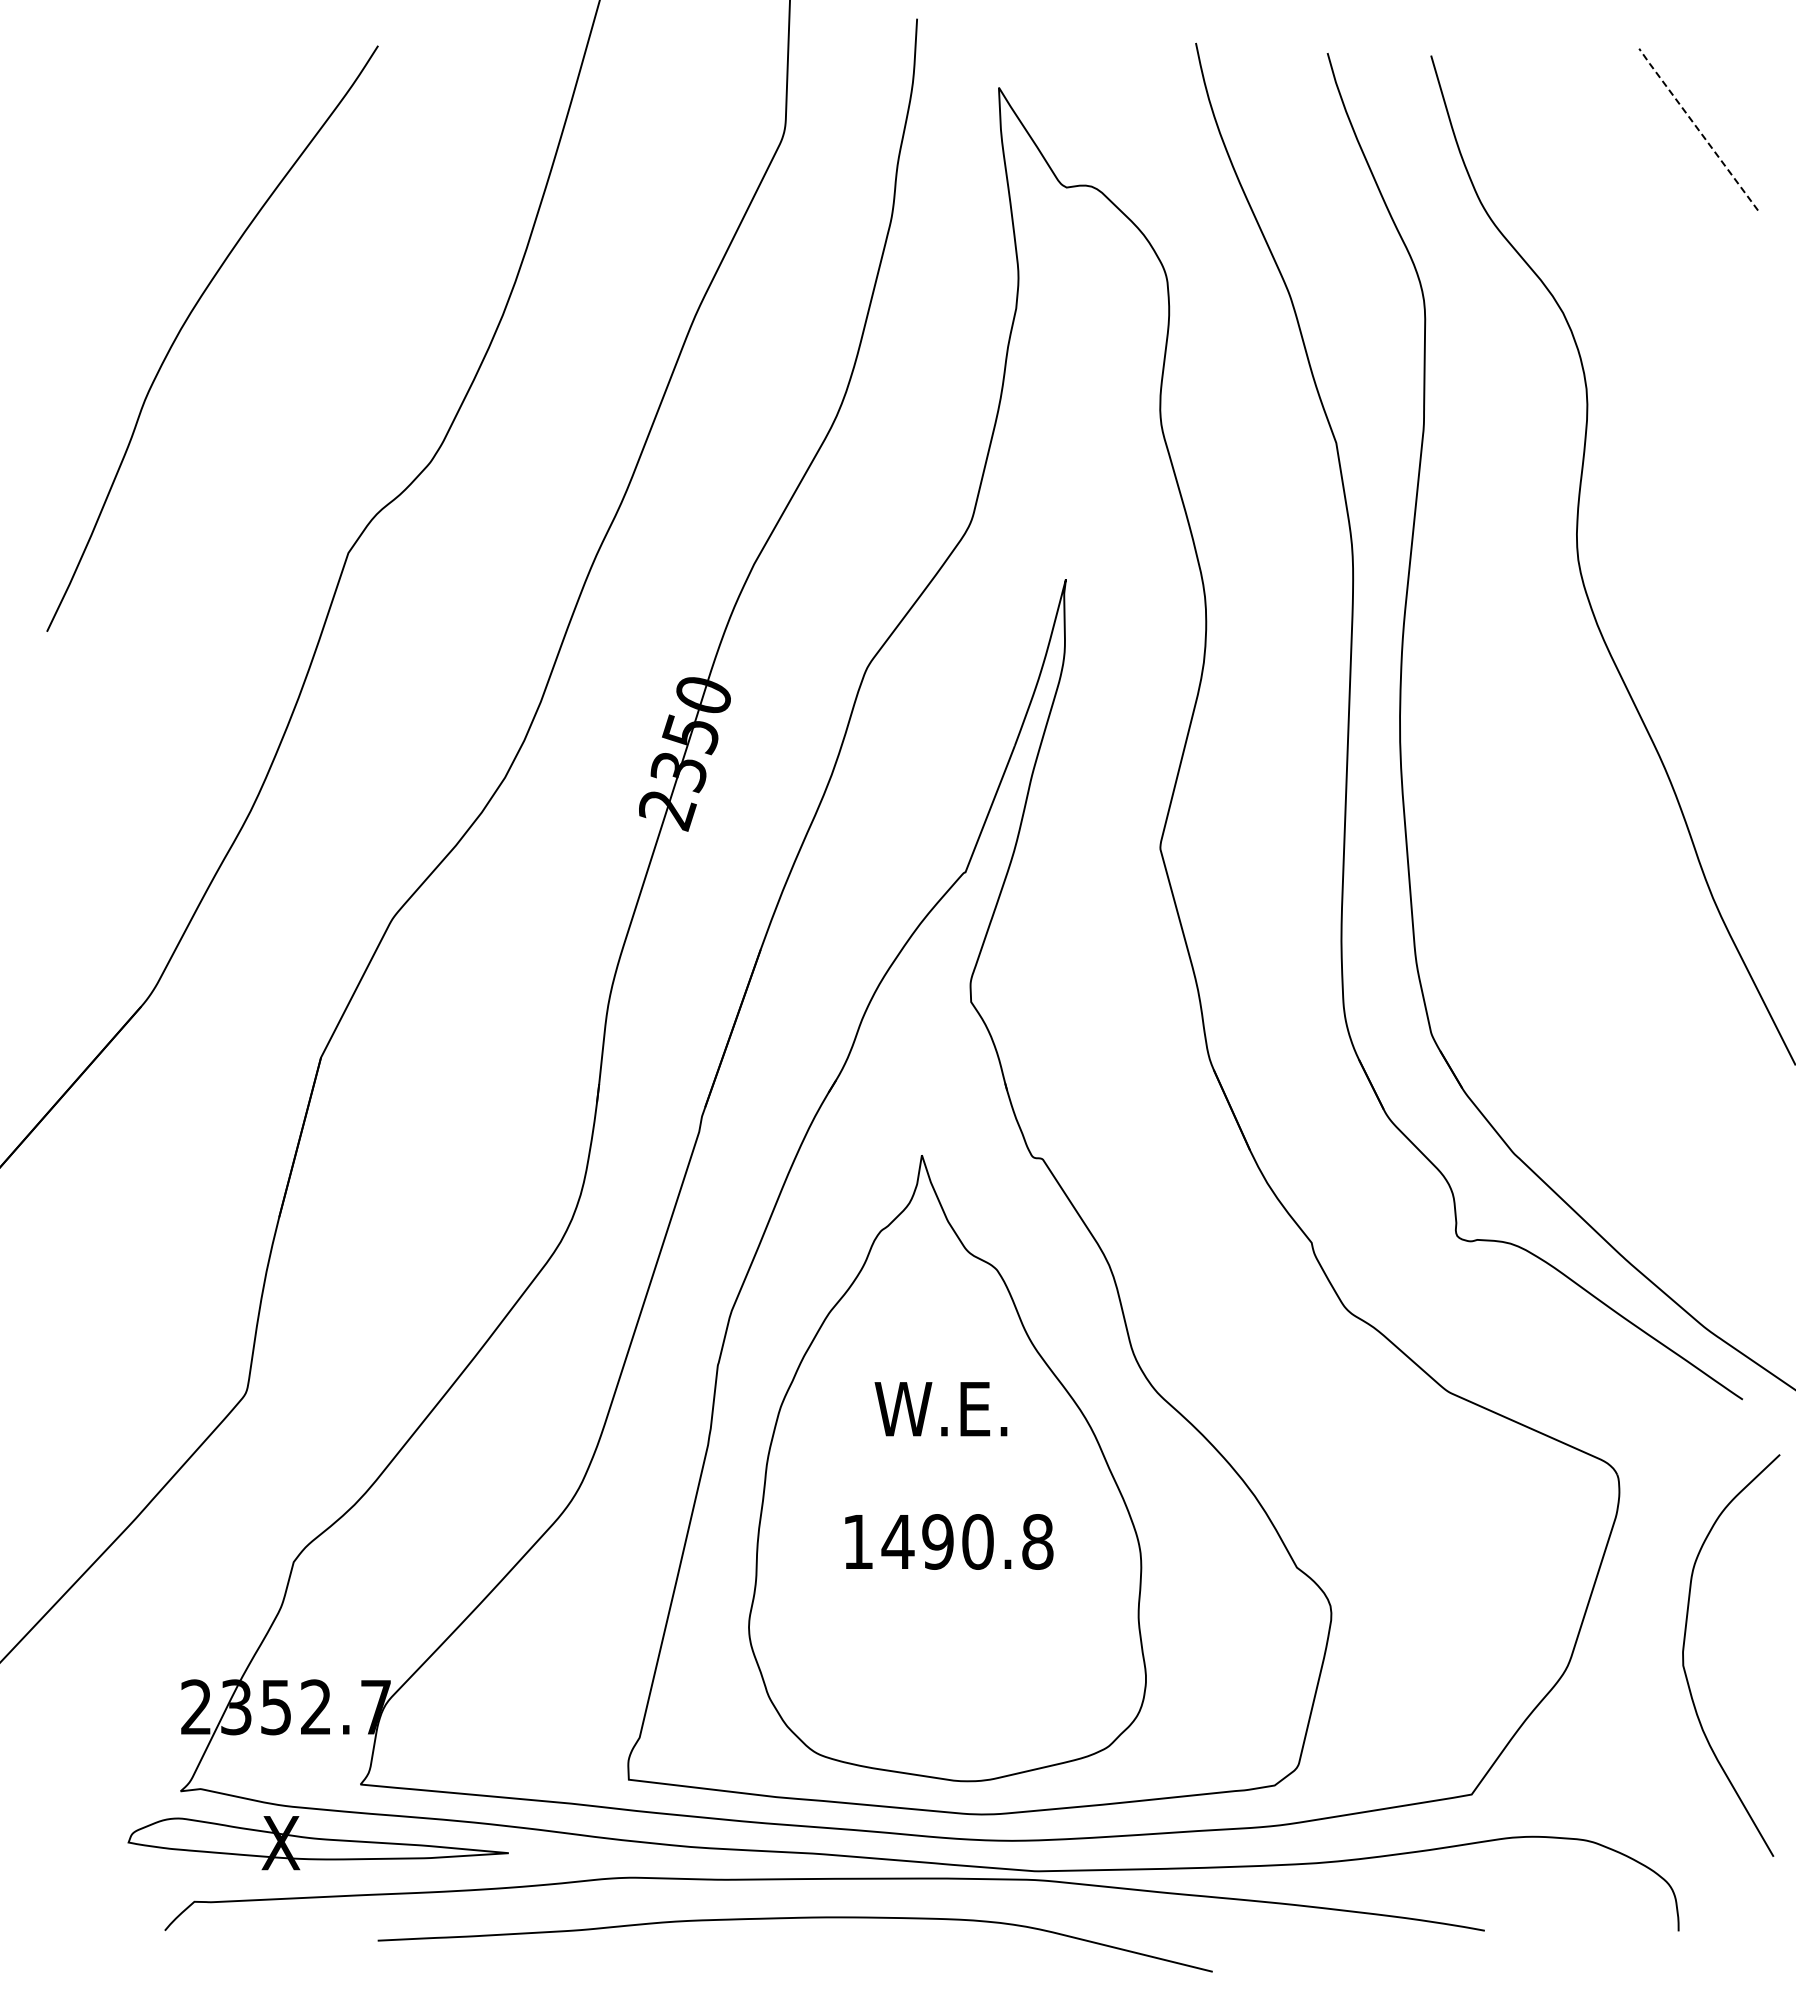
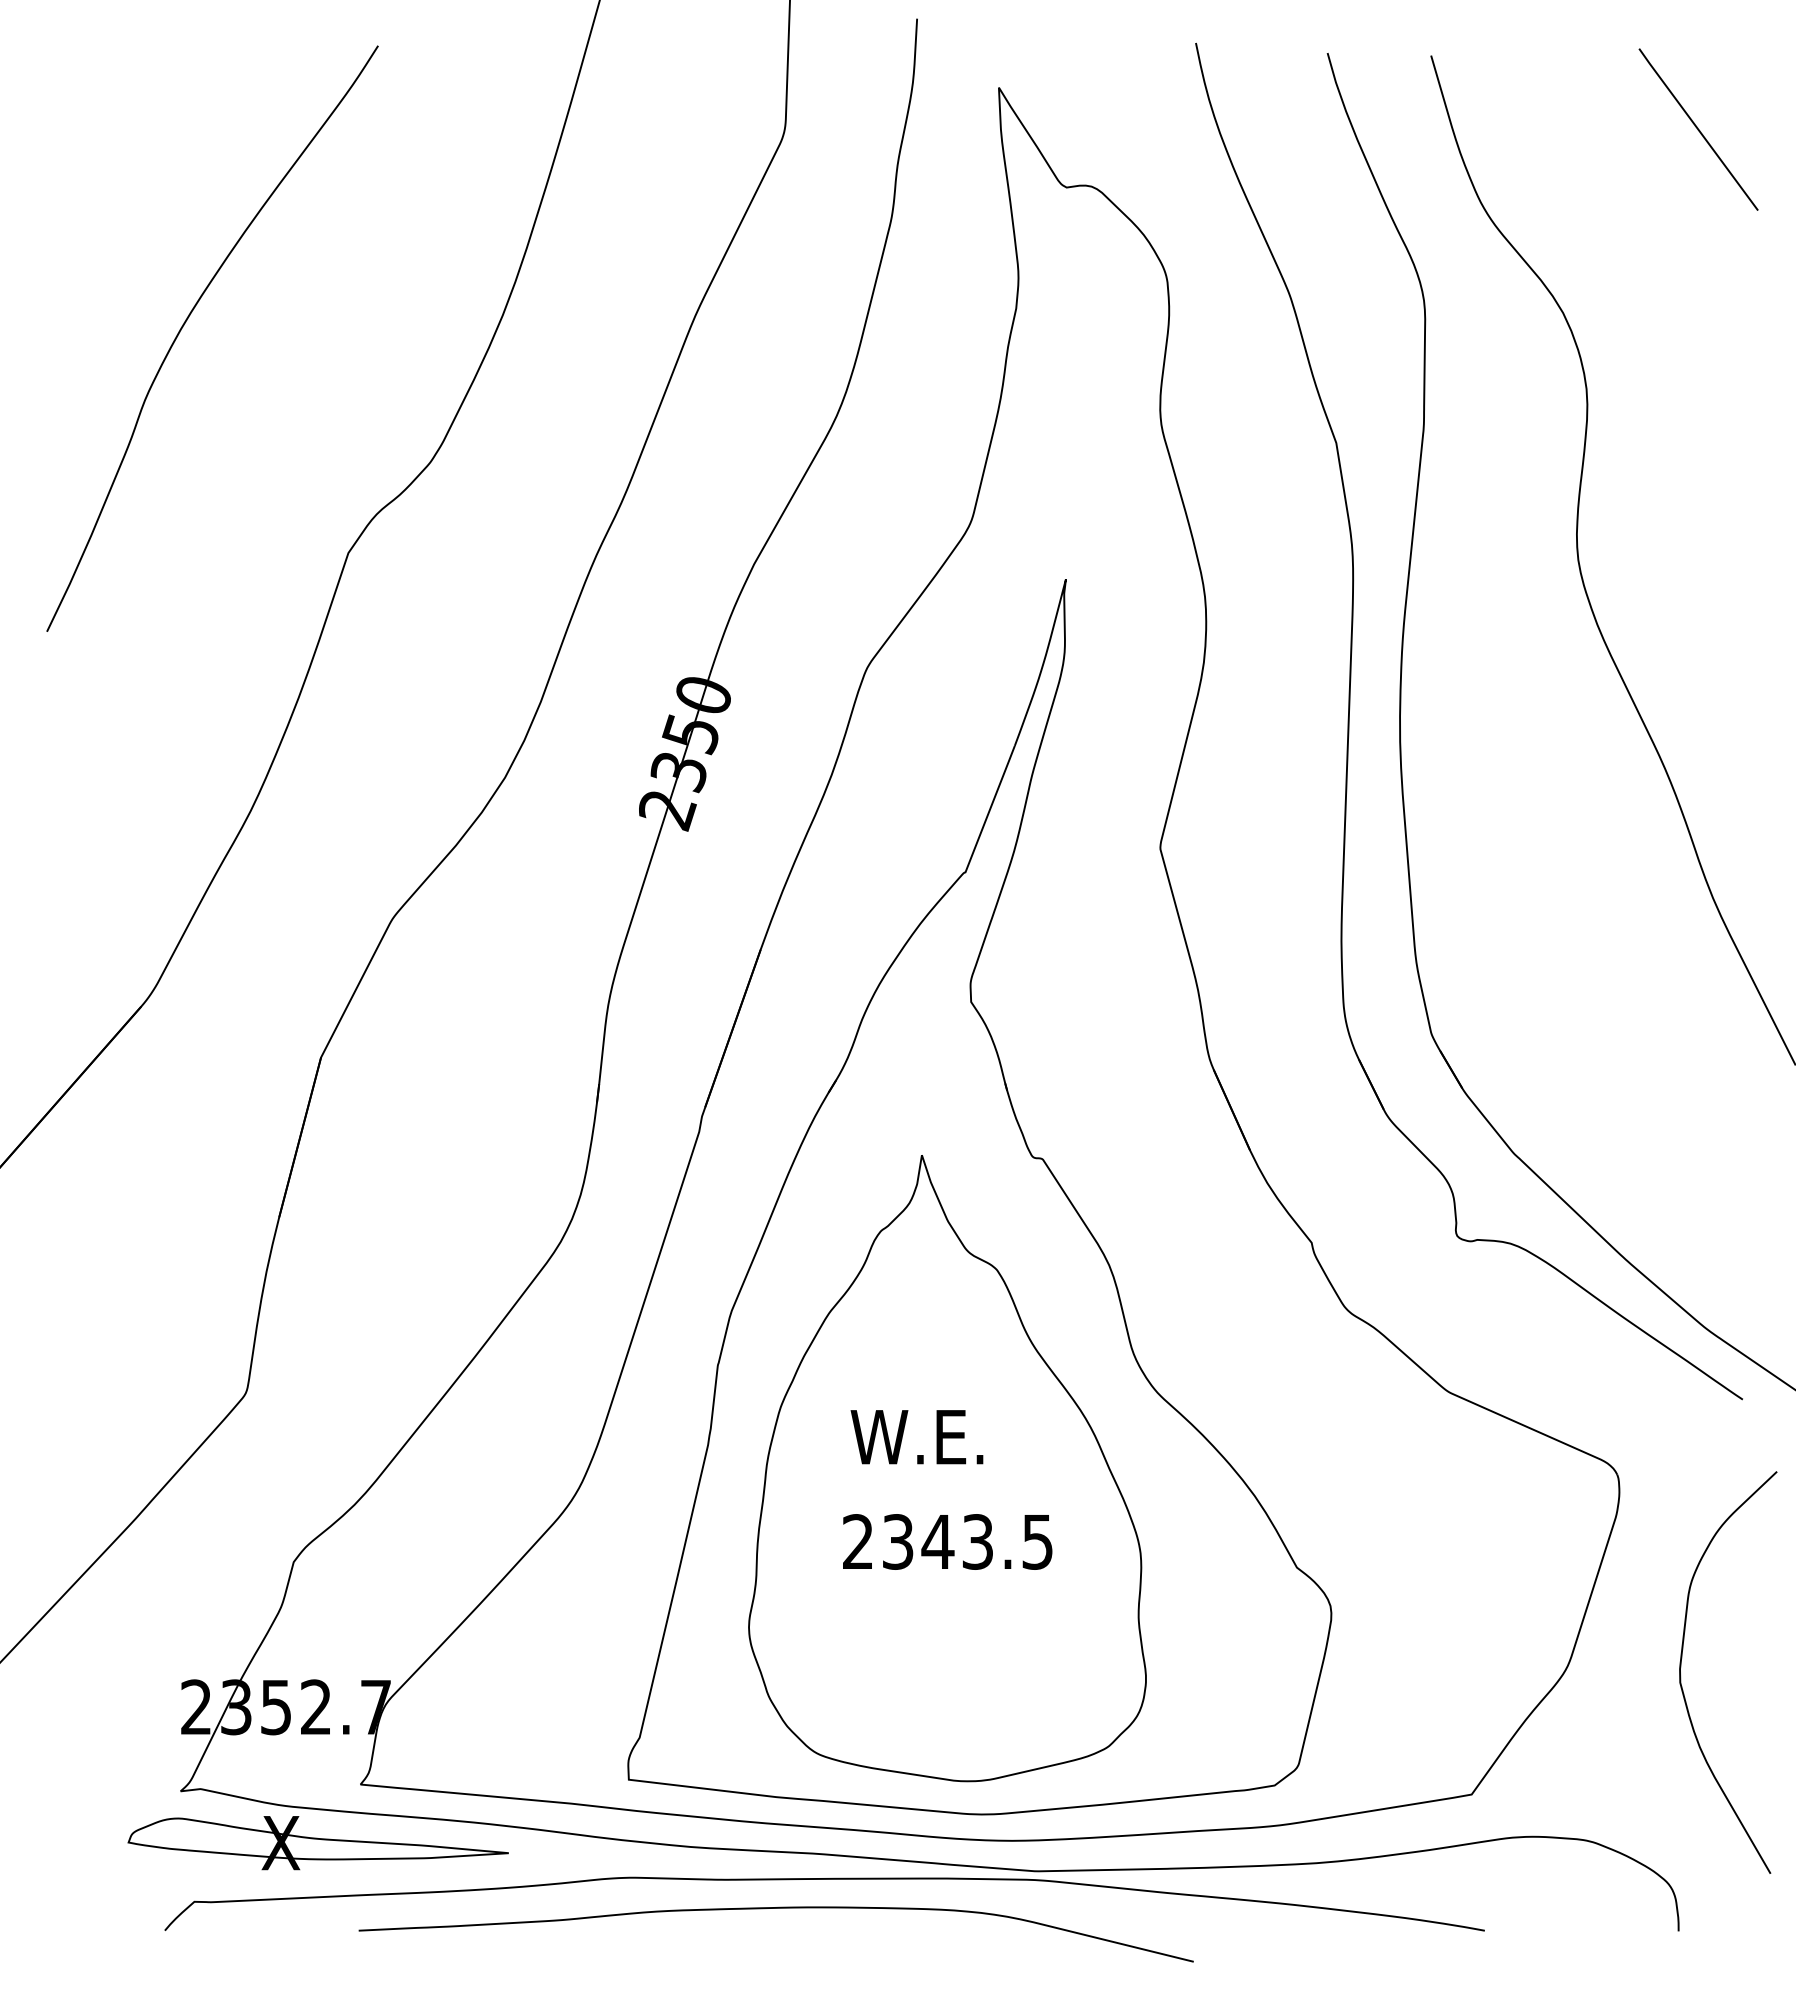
line at (1697, 128): dashed -> solid
text at (940, 1409) position: (940, 1409) -> (916, 1437)
text at (948, 1541): 1490.8 -> 2343.5
curve at (1684, 1659) position: (1684, 1659) -> (1681, 1676)
curve at (794, 1918) position: (794, 1918) -> (775, 1908)
